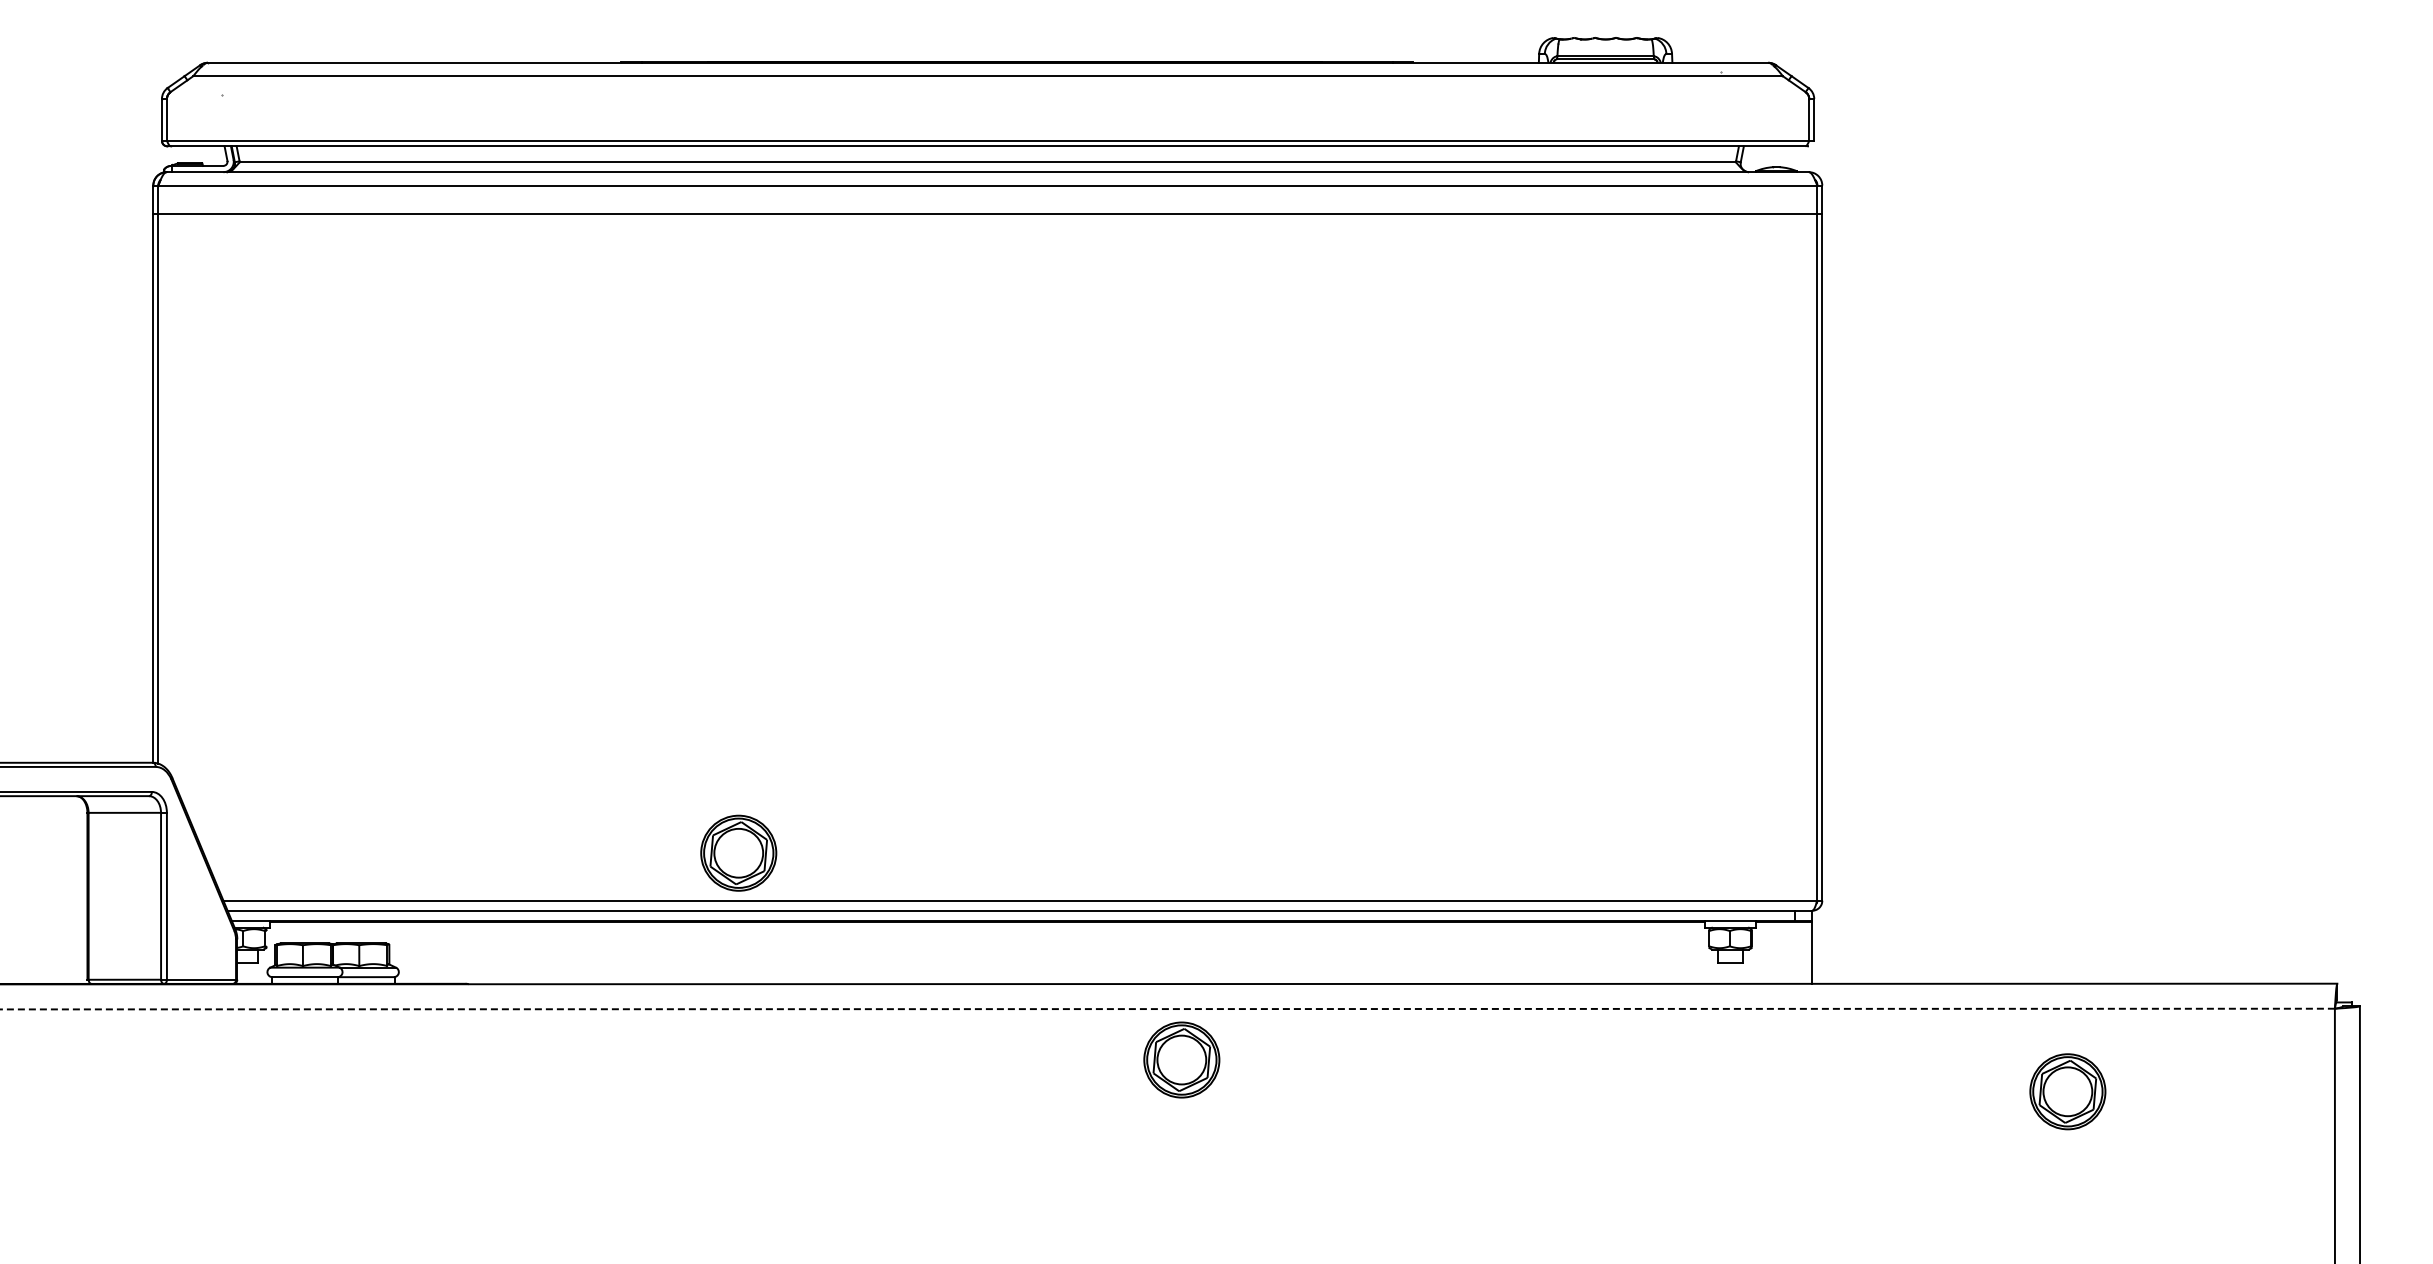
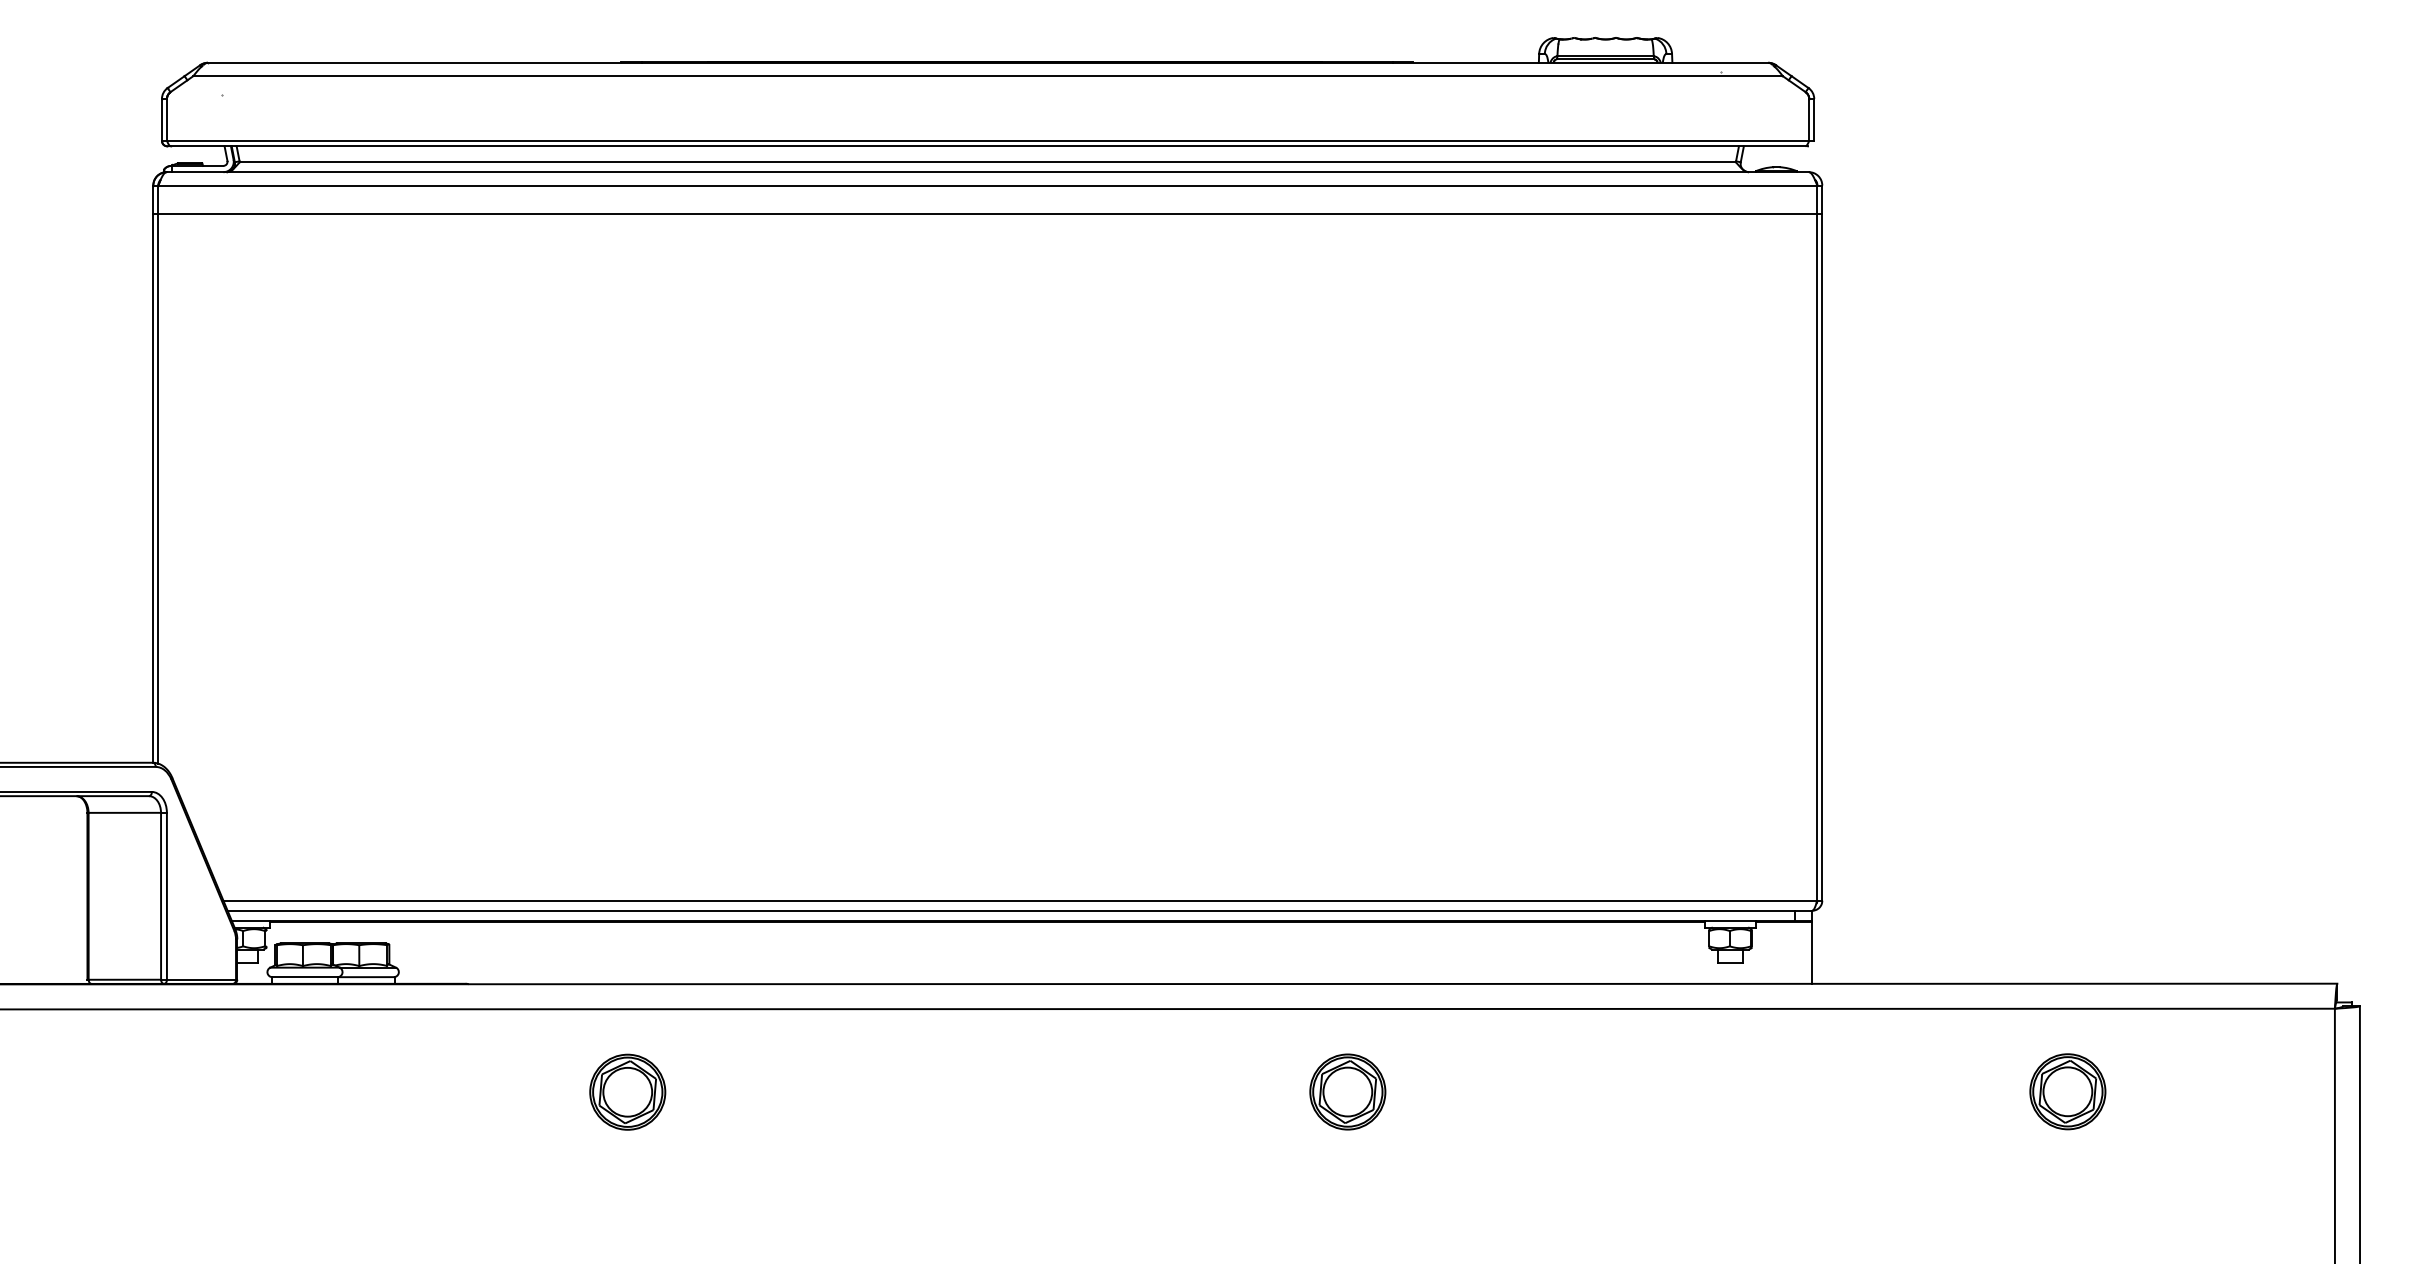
part at (738, 852) position: (738, 852) -> (627, 1091)
line at (1167, 1009): dashed -> solid
part at (1181, 1059) position: (1181, 1059) -> (1347, 1091)
